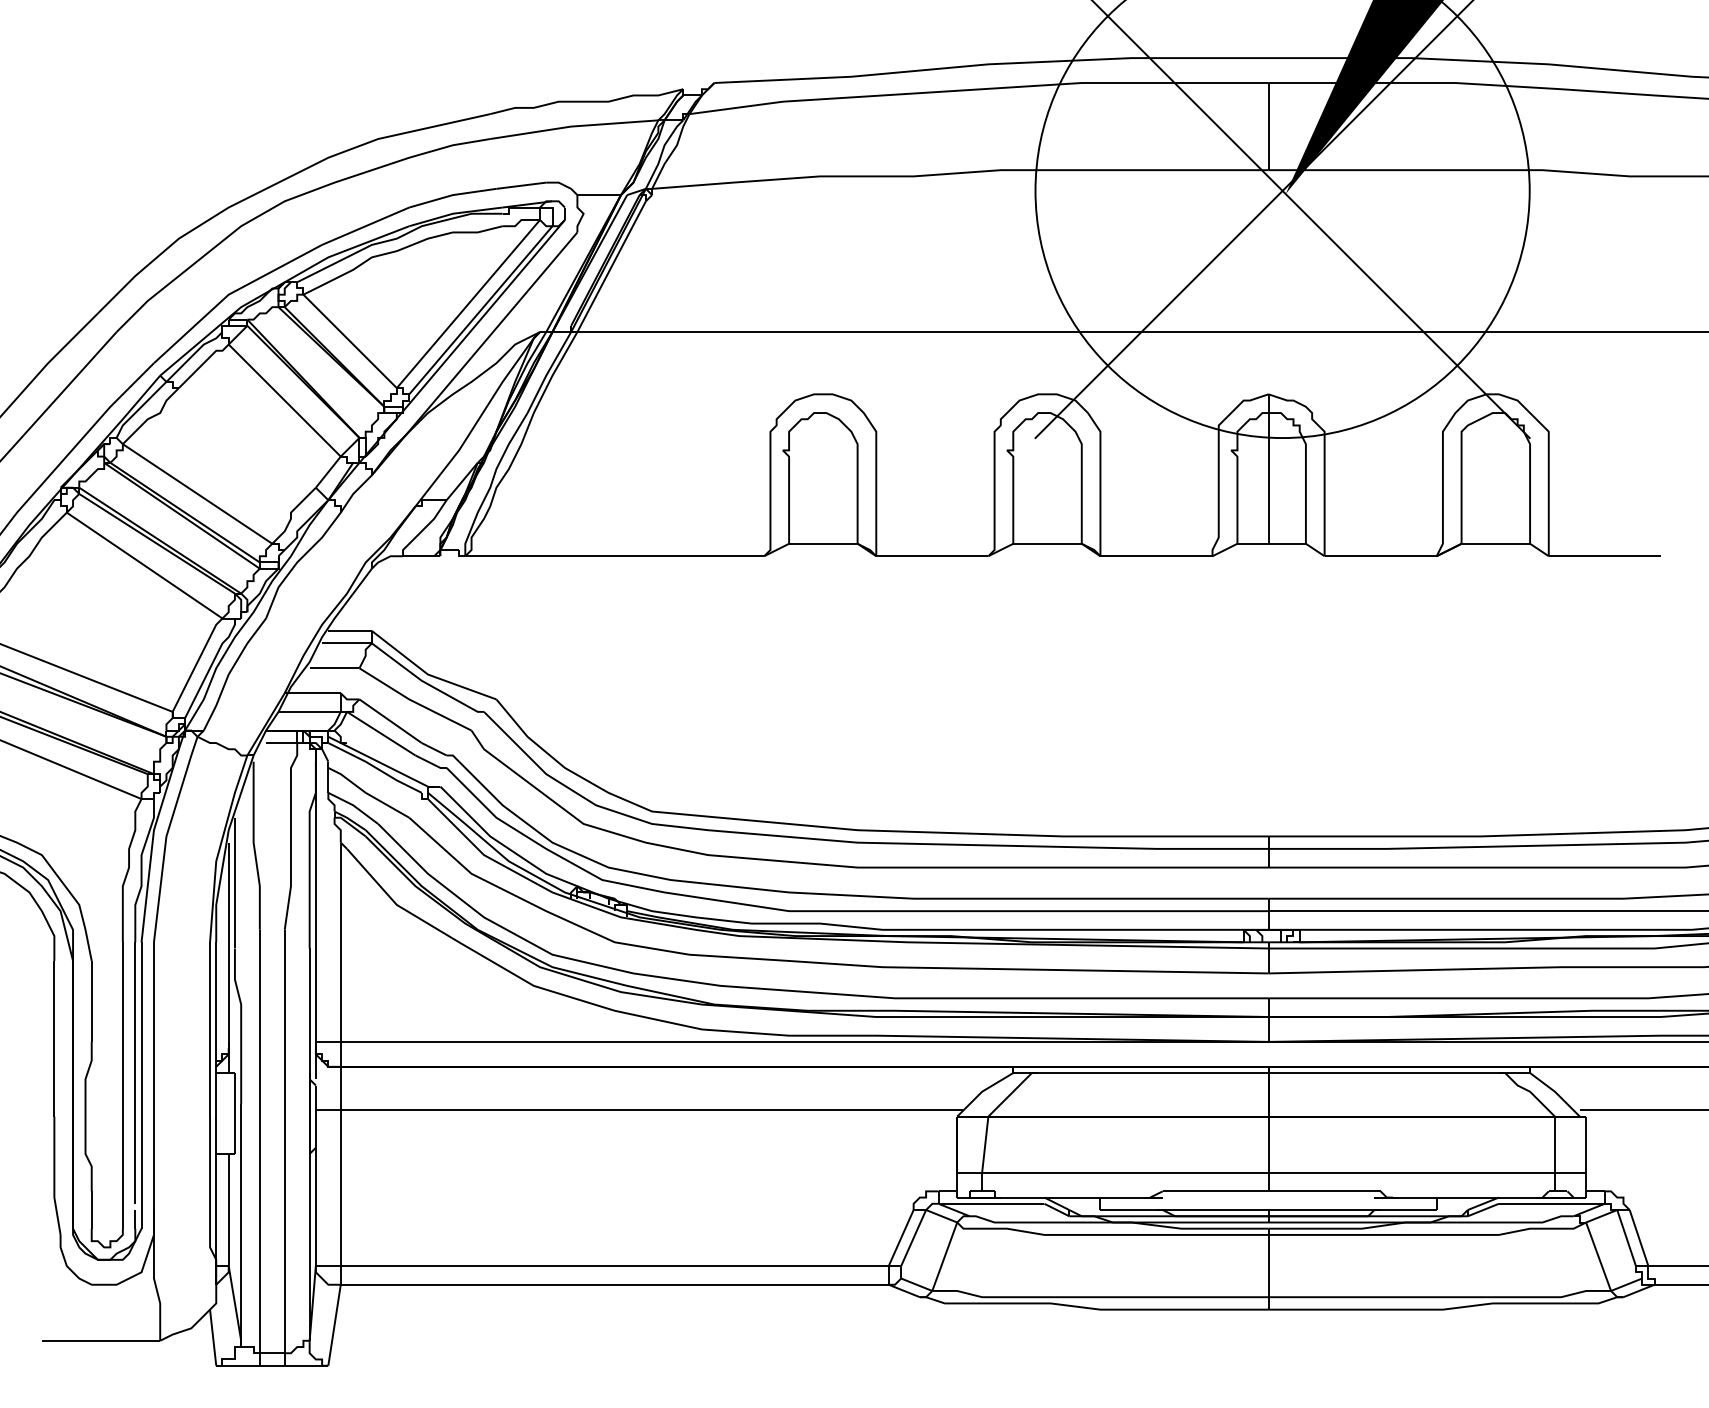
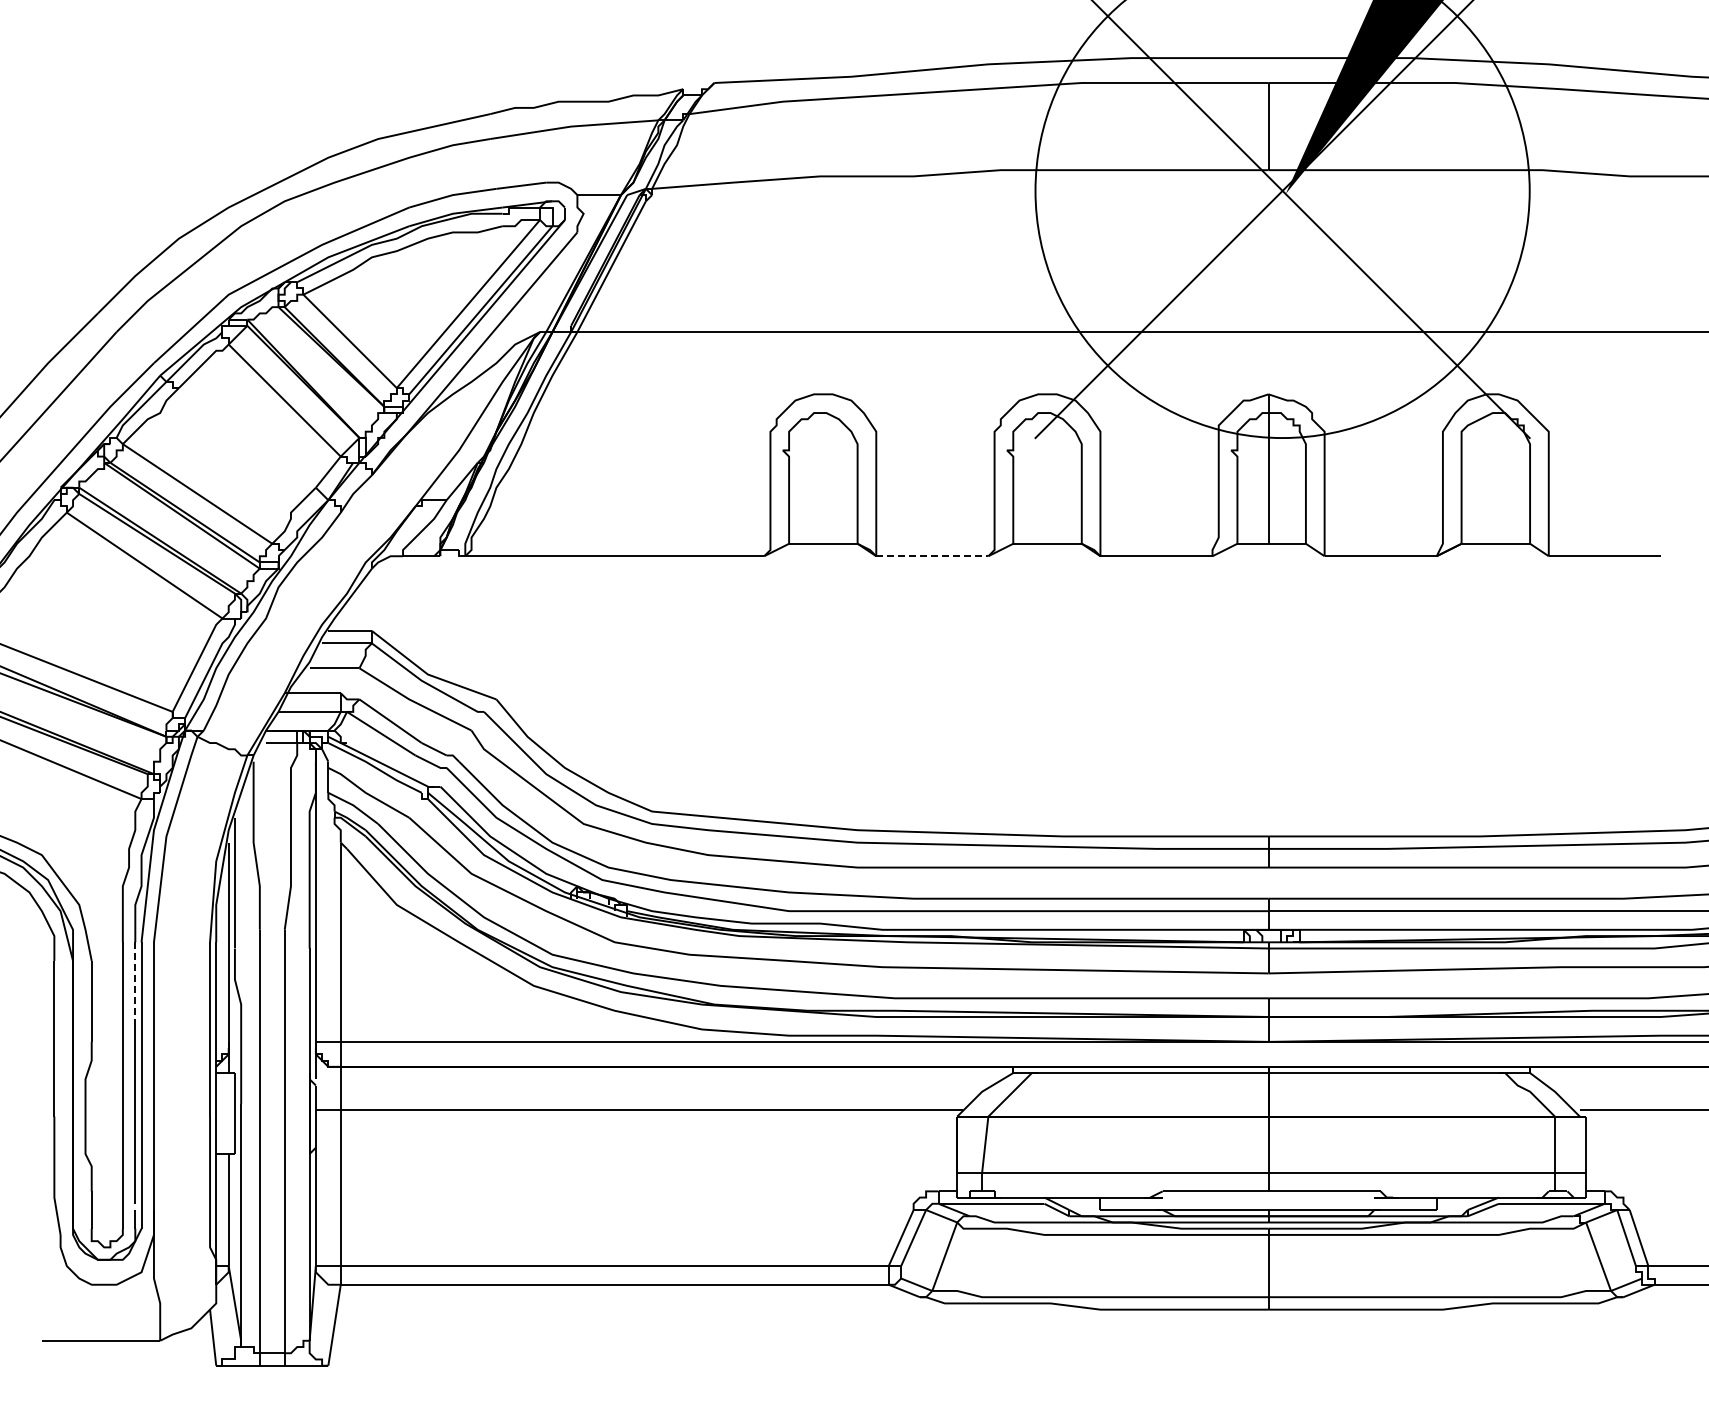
line at (932, 556): solid -> dashed
line at (135, 983): solid -> dashed
